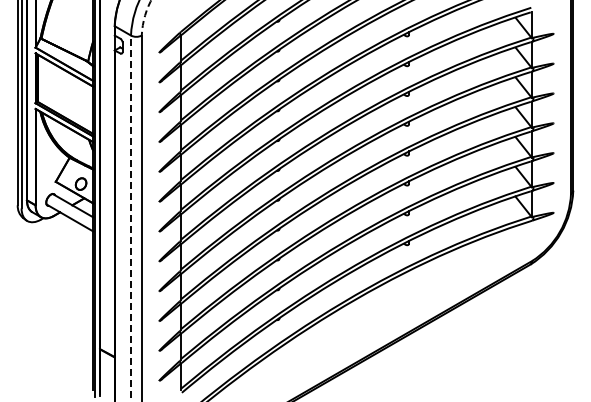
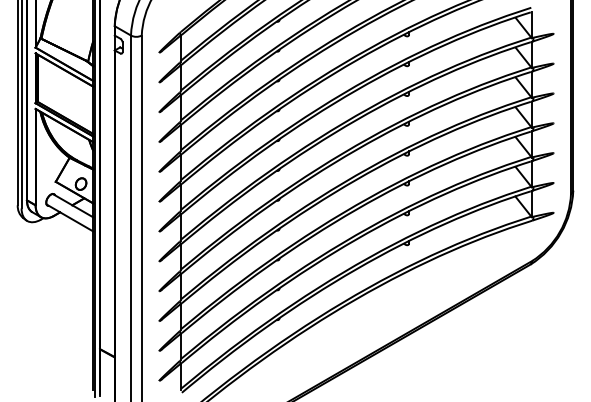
arc at (144, 17): dashed -> solid
line at (131, 218): dashed -> solid
